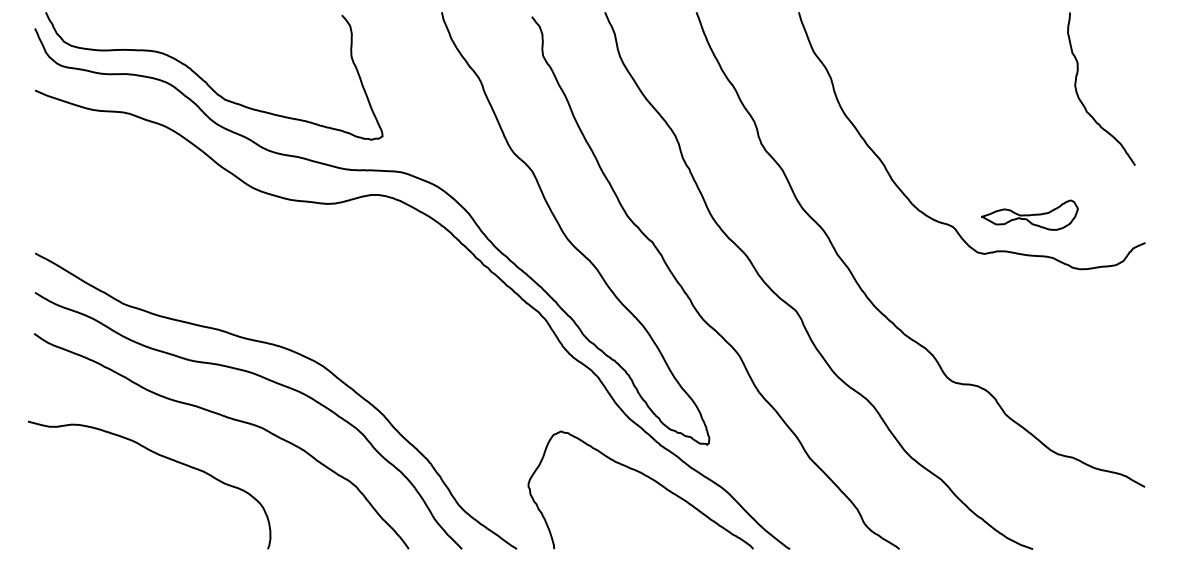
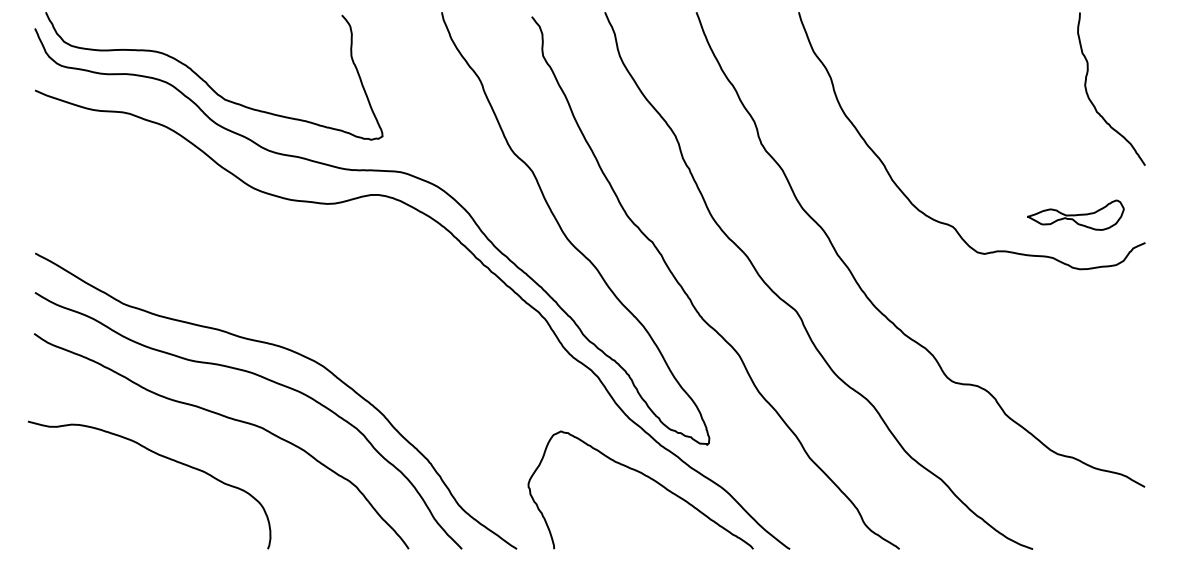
curve at (1080, 98) position: (1080, 98) -> (1090, 98)
part at (1029, 214) position: (1029, 214) -> (1075, 214)
